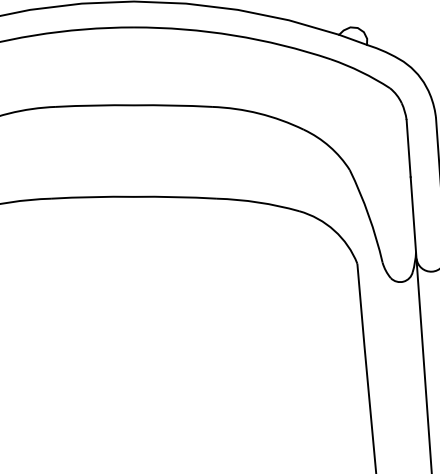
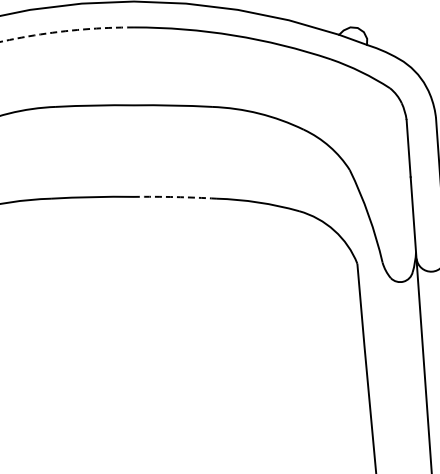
arc at (65, 31): solid -> dashed
arc at (175, 197): solid -> dashed
